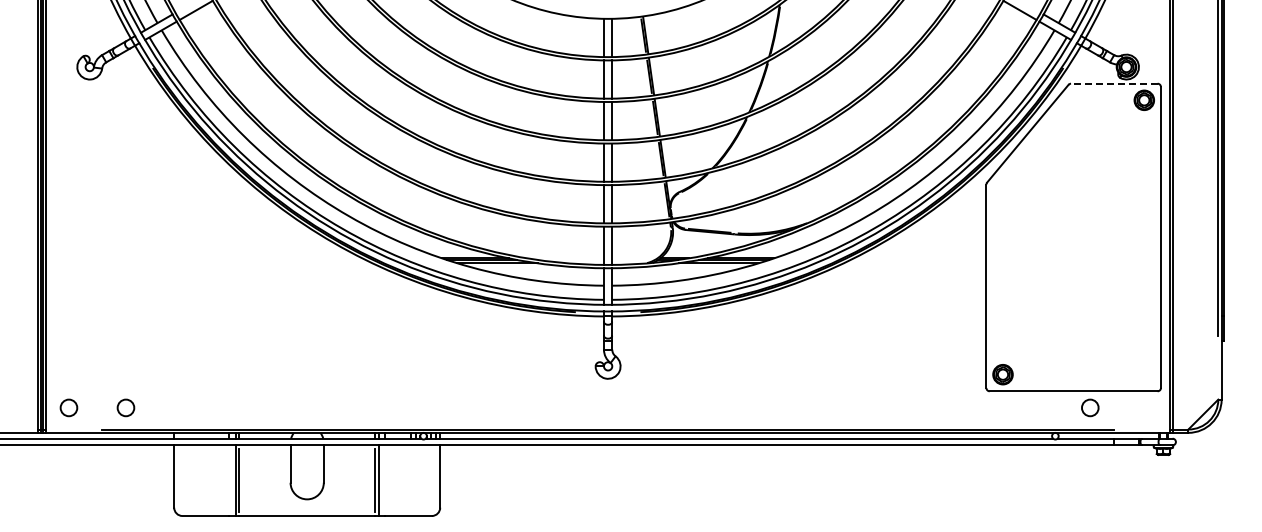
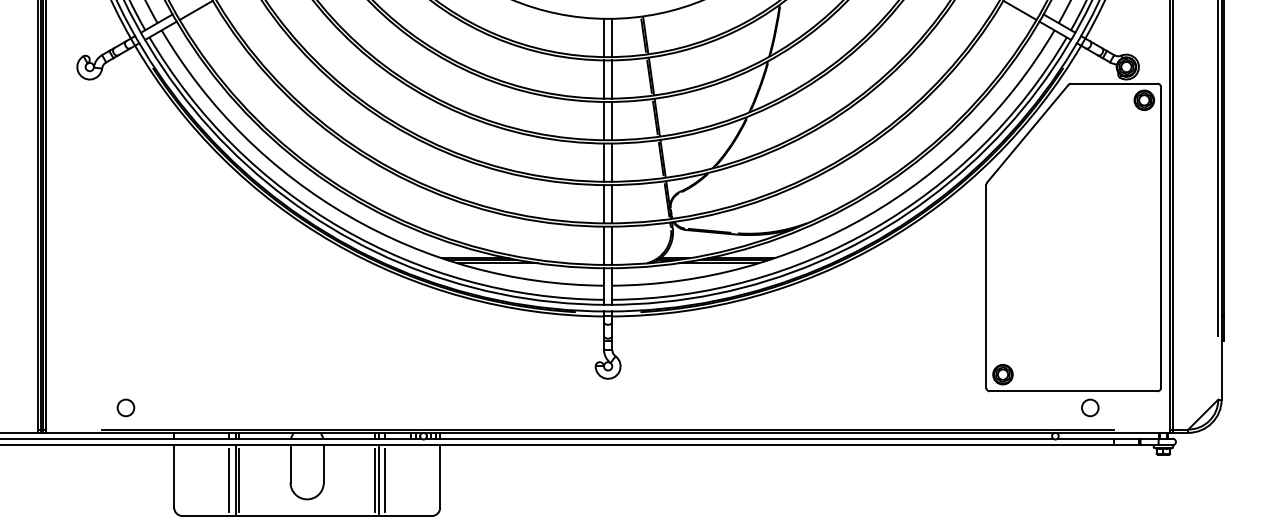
line at (1113, 83): dashed -> solid
circle at (68, 407): present -> none
line at (229, 480): none -> present
line at (385, 480): none -> present
